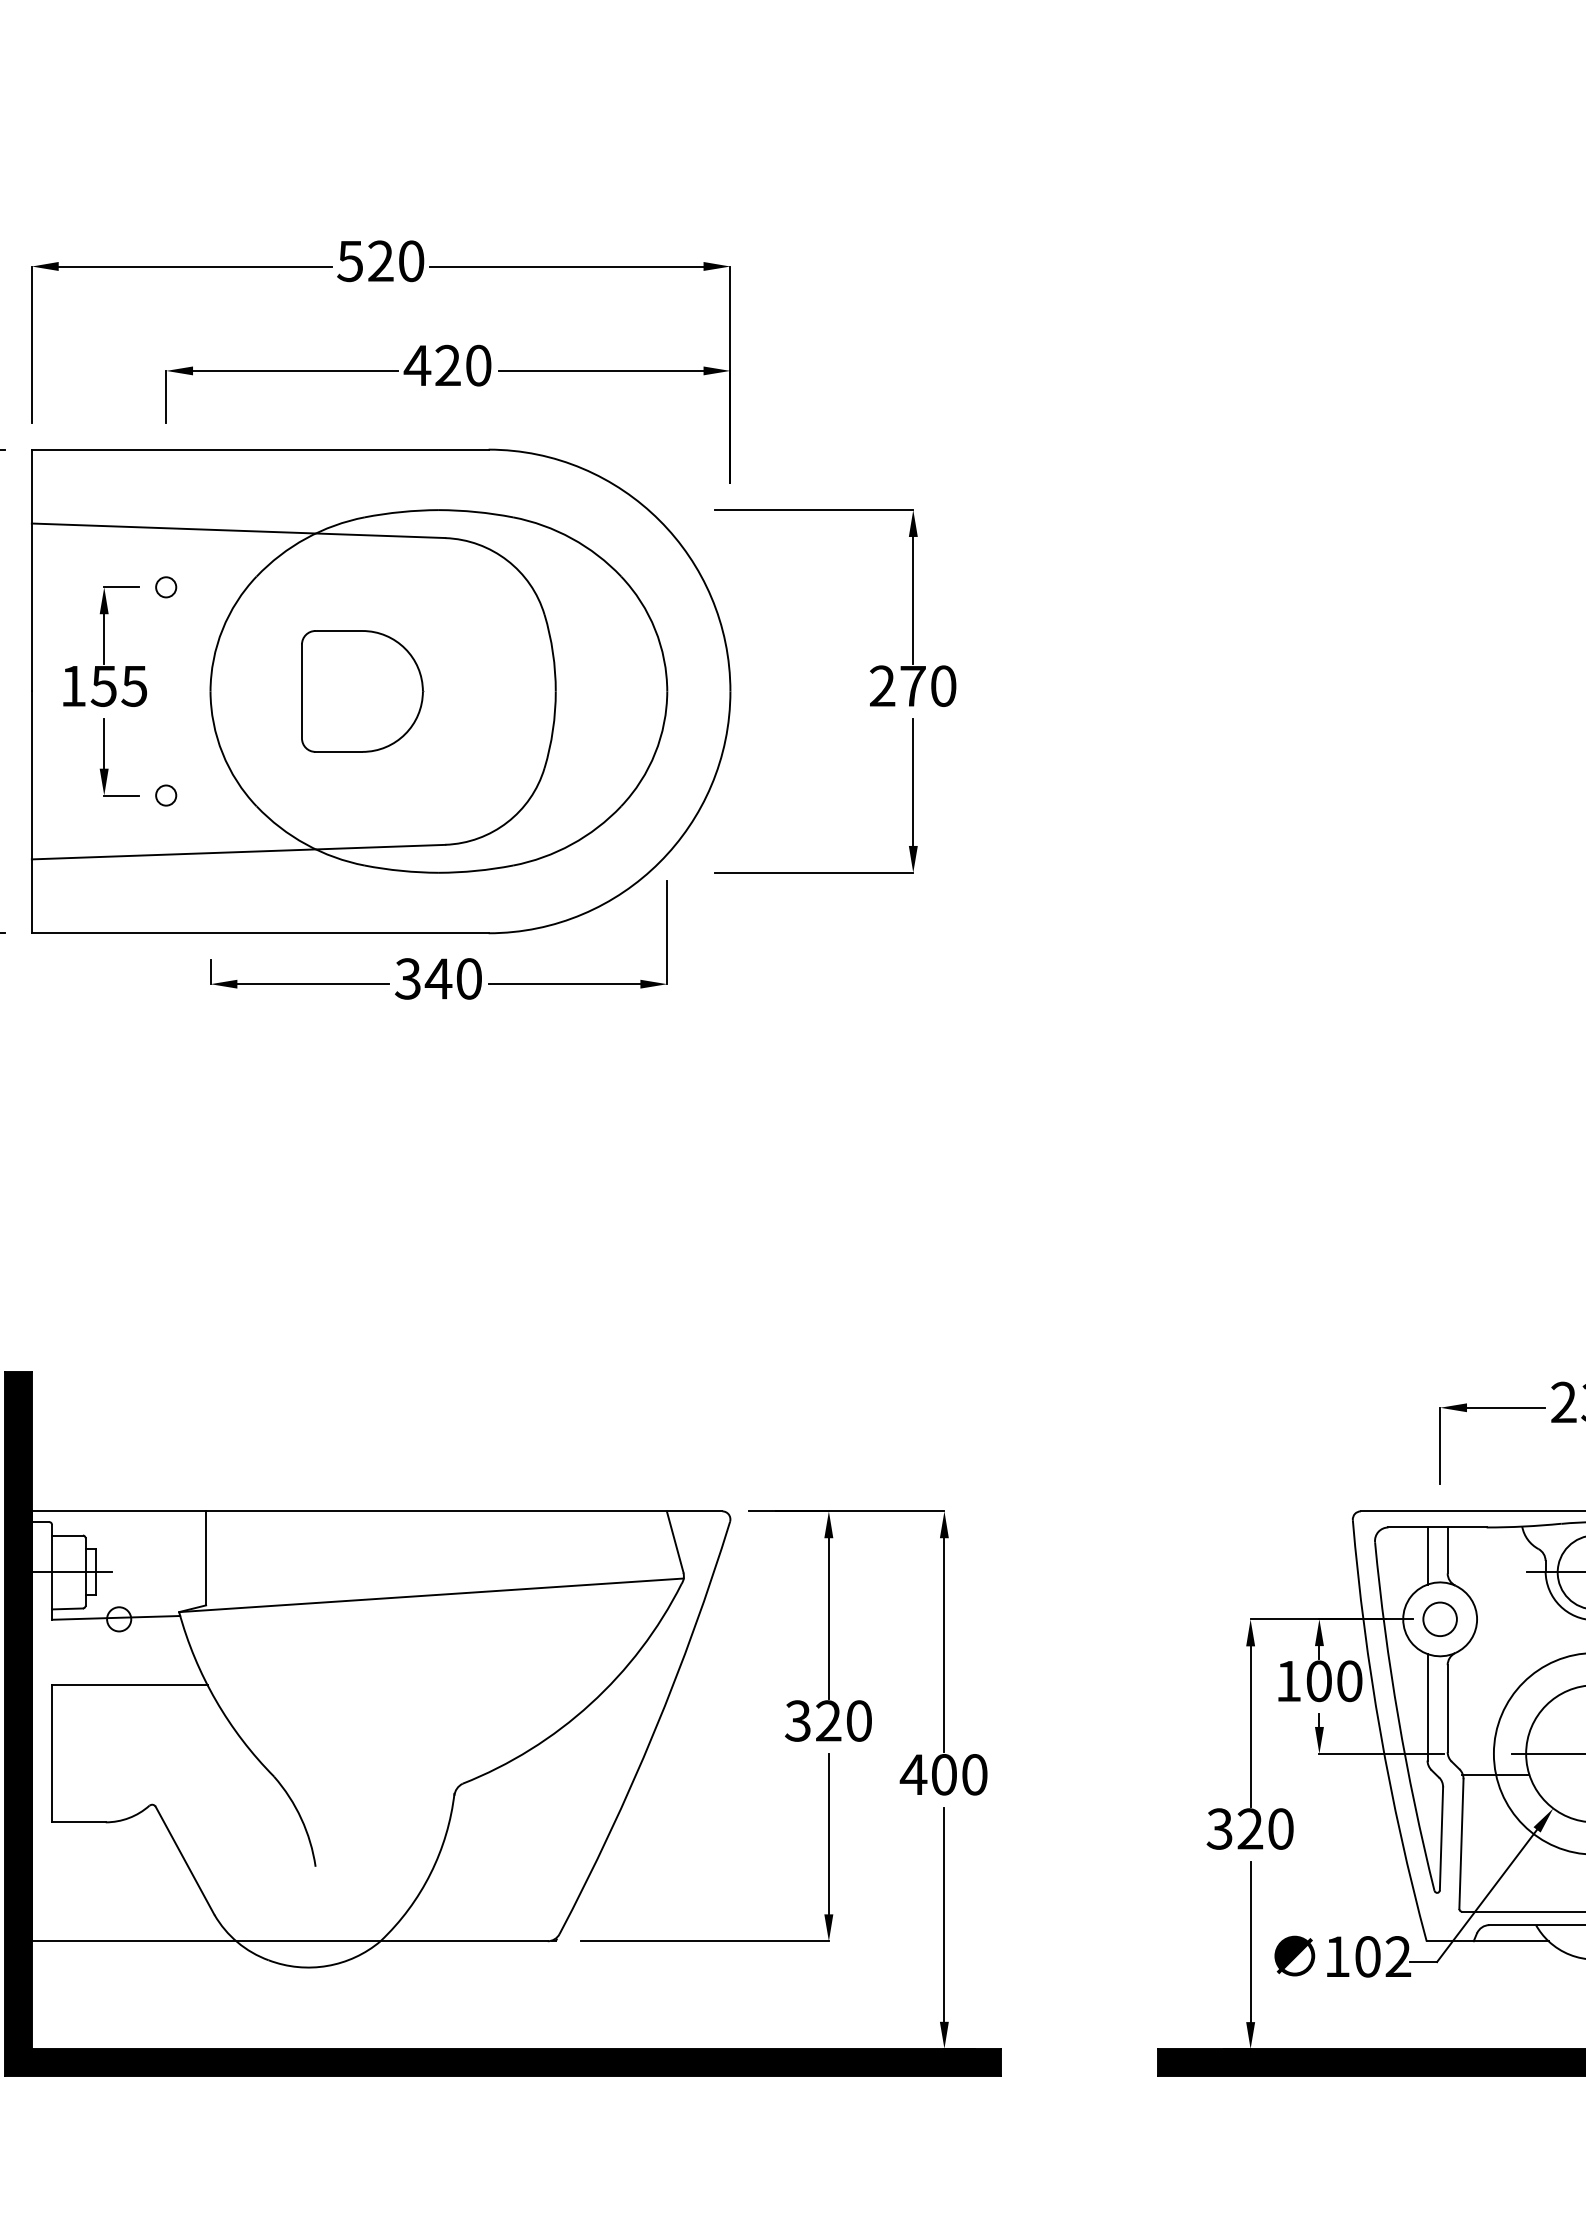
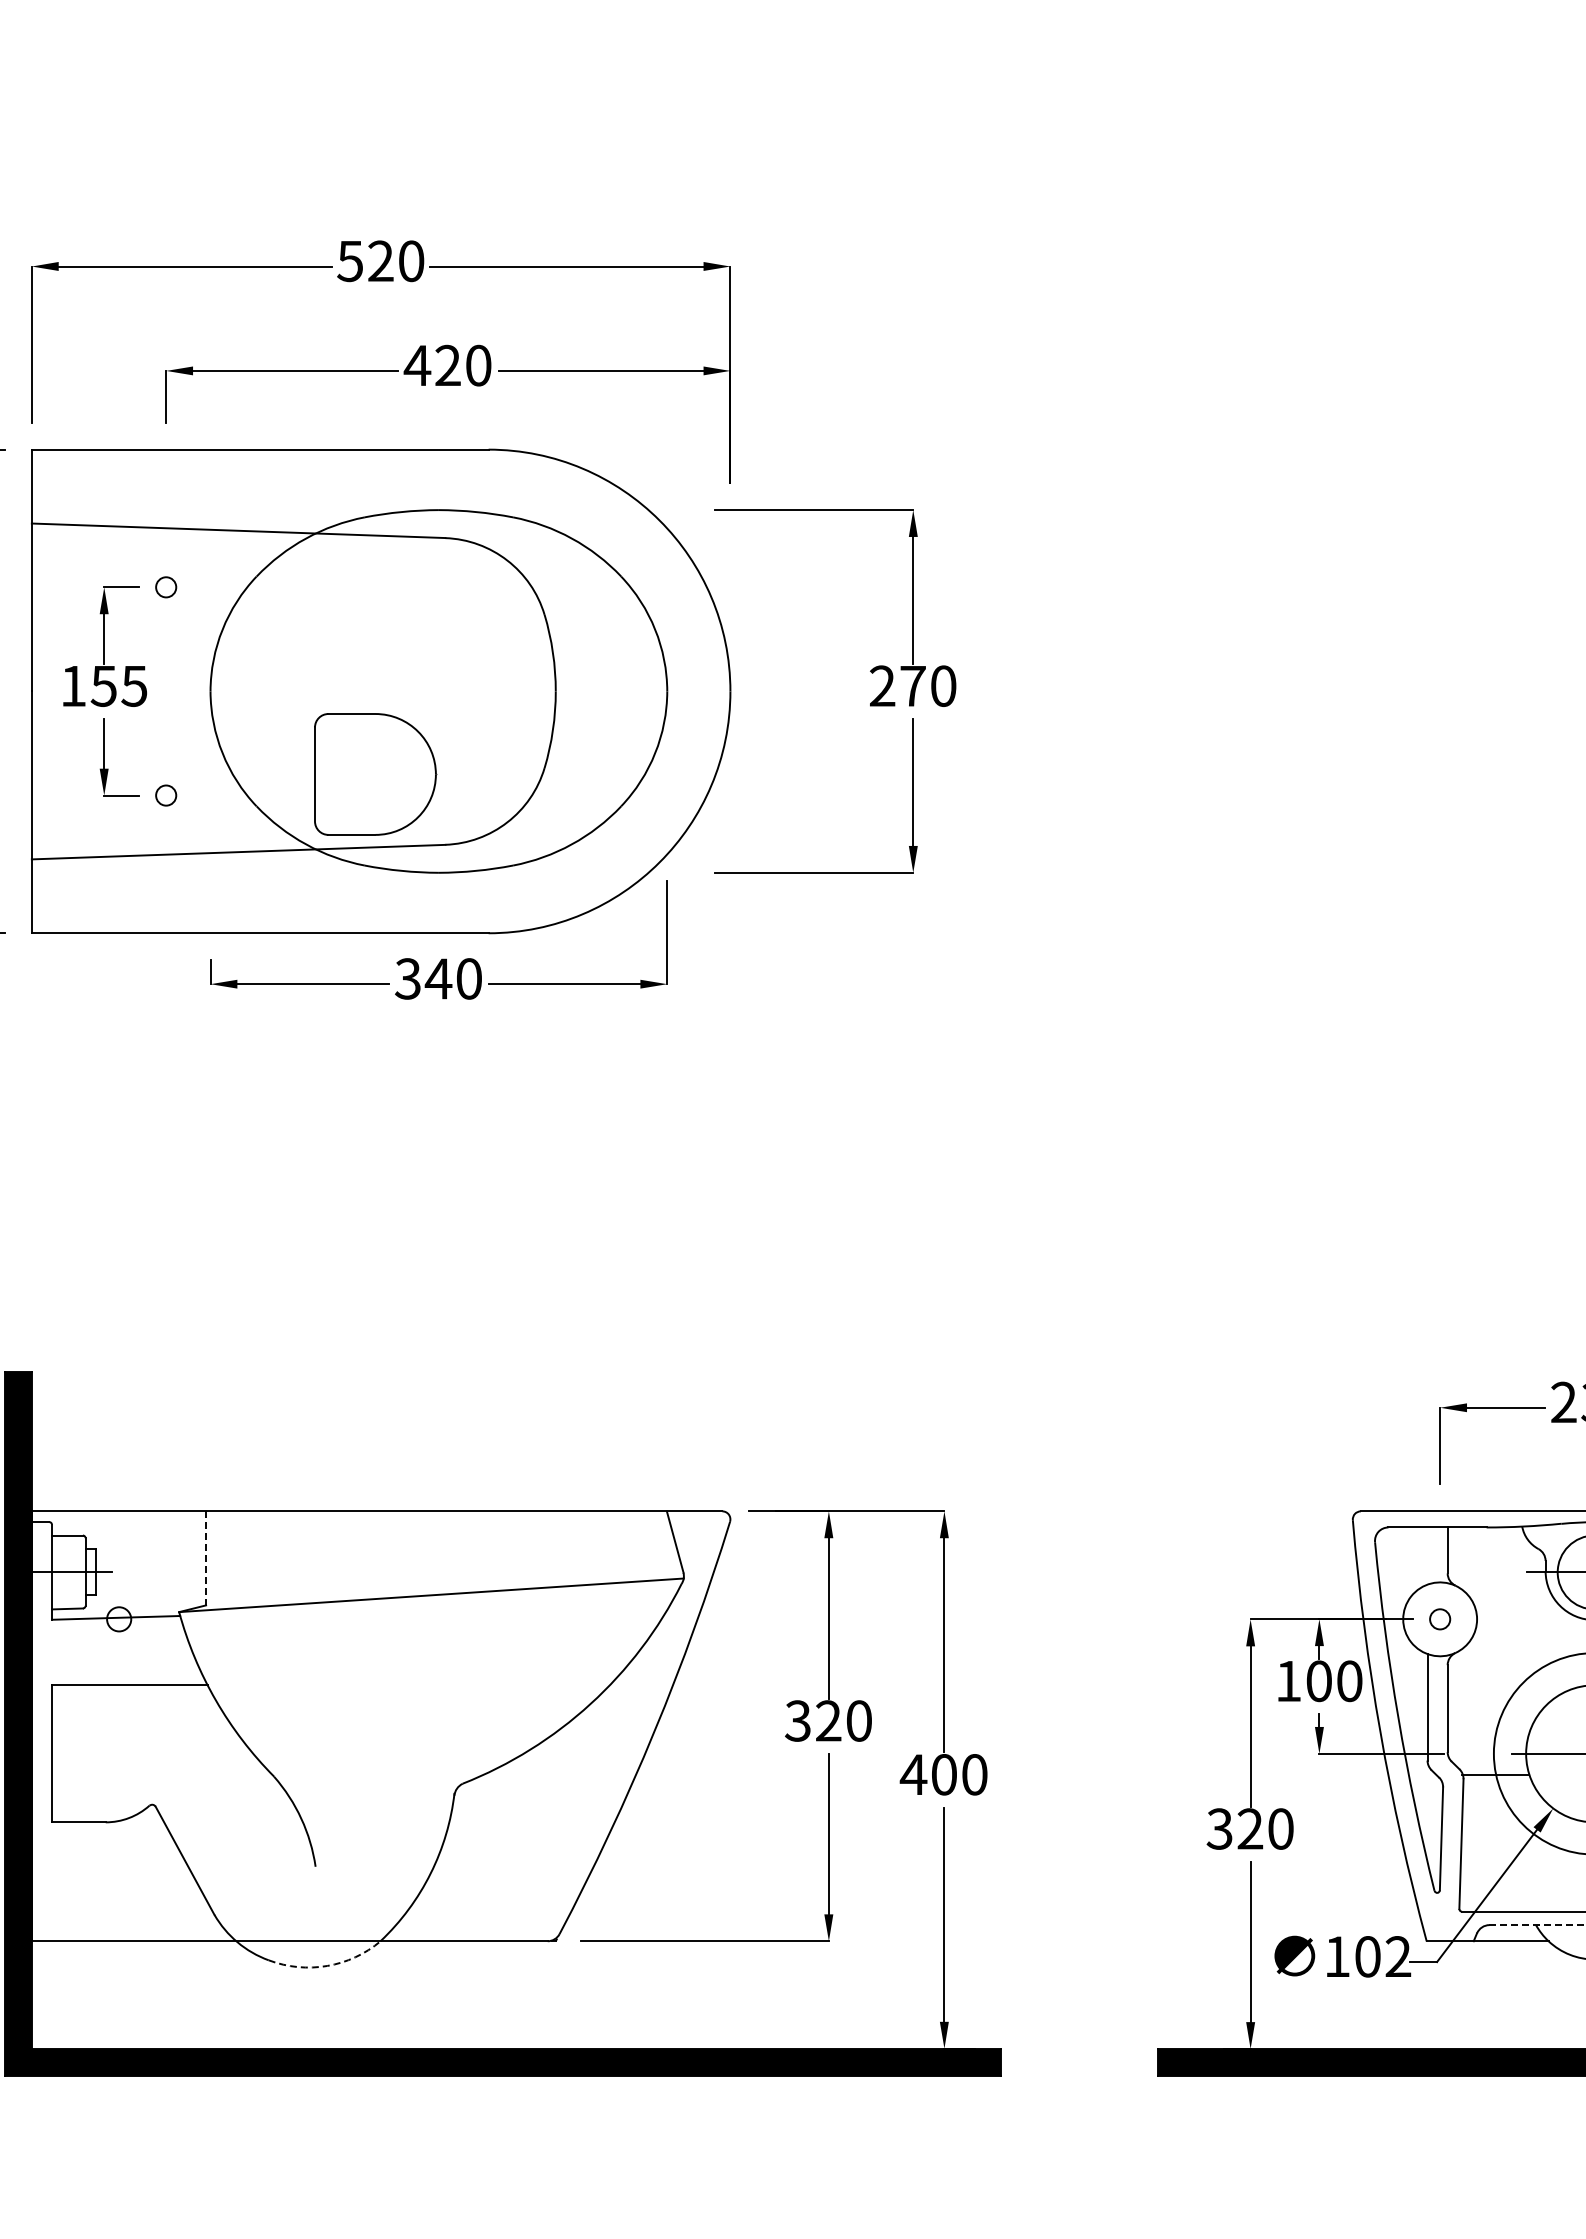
part at (362, 691) position: (362, 691) -> (375, 774)
line at (1427, 1555): present -> none
line at (206, 1558): solid -> dashed
circle at (1439, 1619) diameter: 34 px -> 20 px
line at (1537, 1925): solid -> dashed
arc at (327, 1965): solid -> dashed
